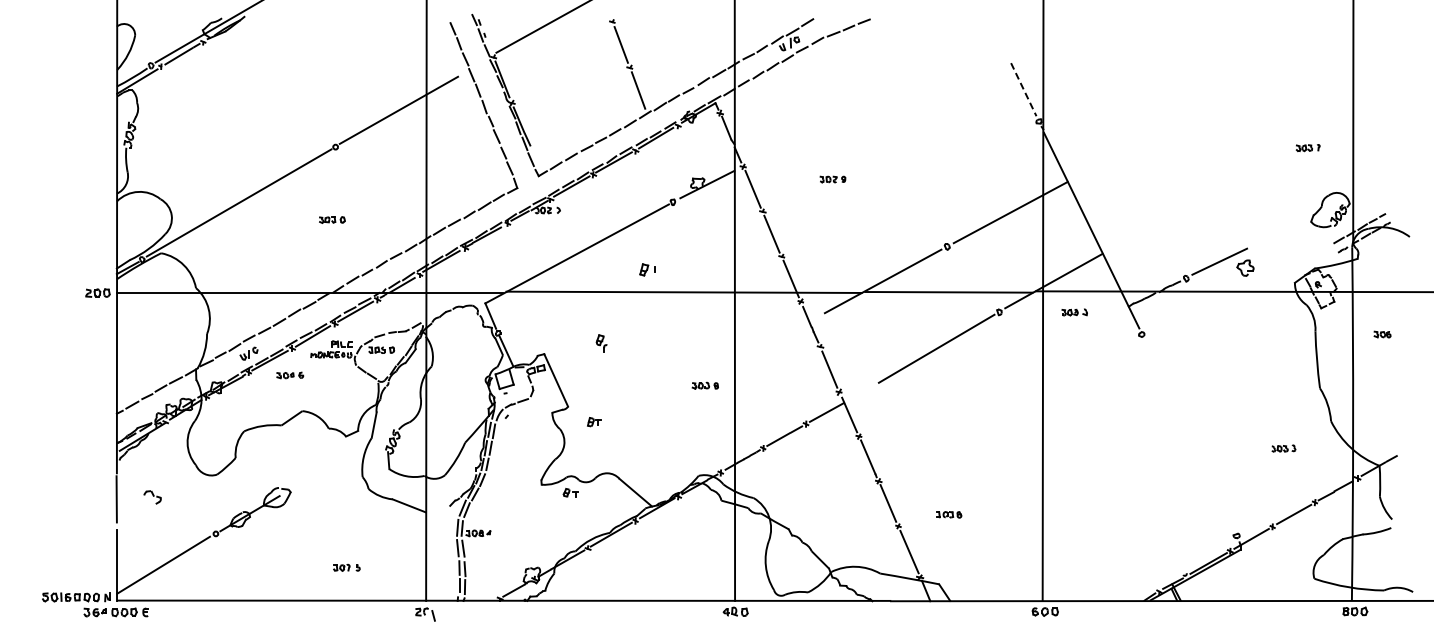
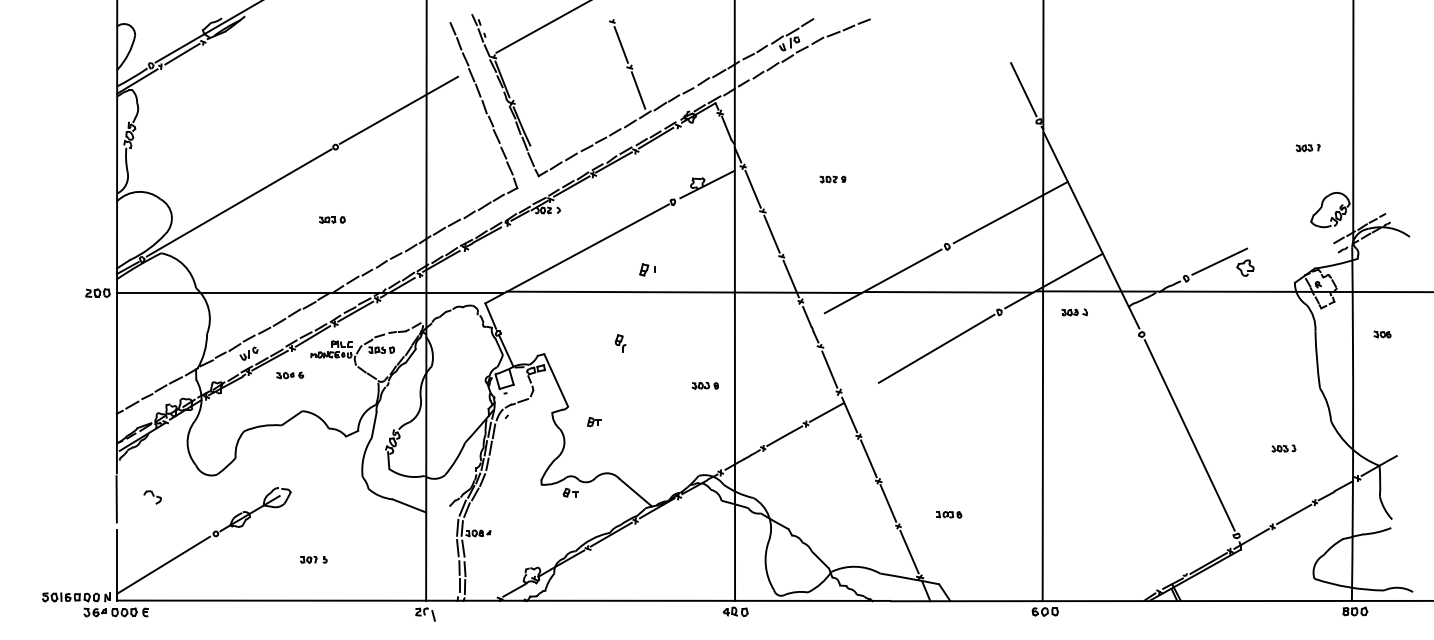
line at (1024, 90): dashed -> solid
part at (601, 343) position: (601, 343) -> (620, 343)
line at (1189, 435): none -> present
part at (346, 567) position: (346, 567) -> (313, 559)
